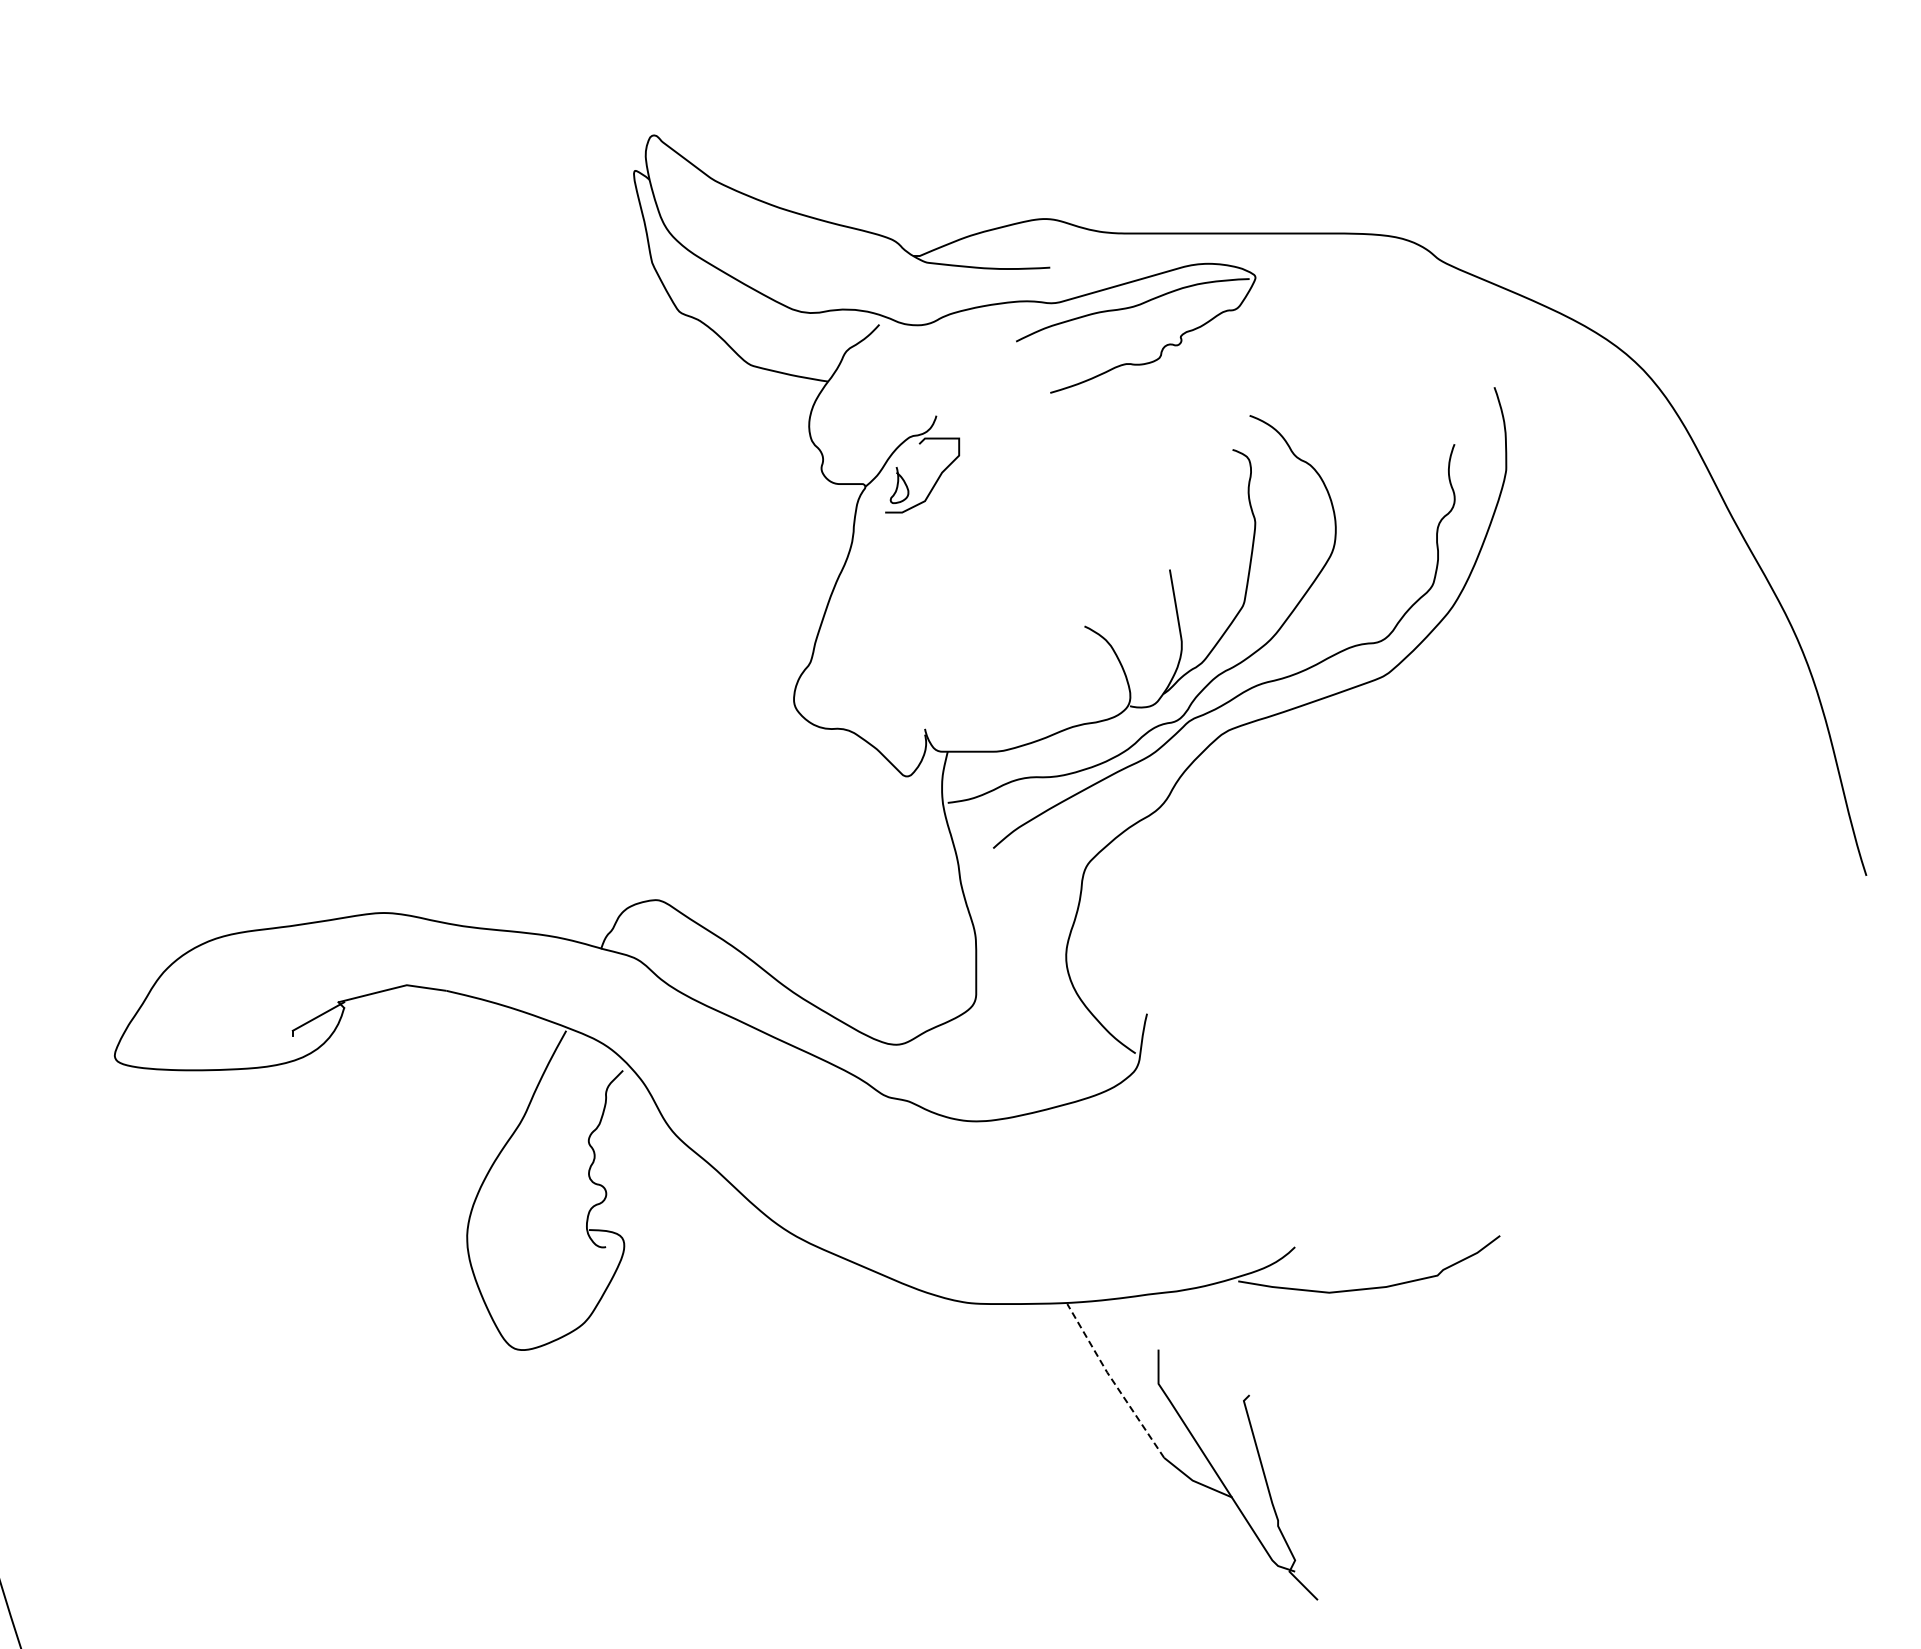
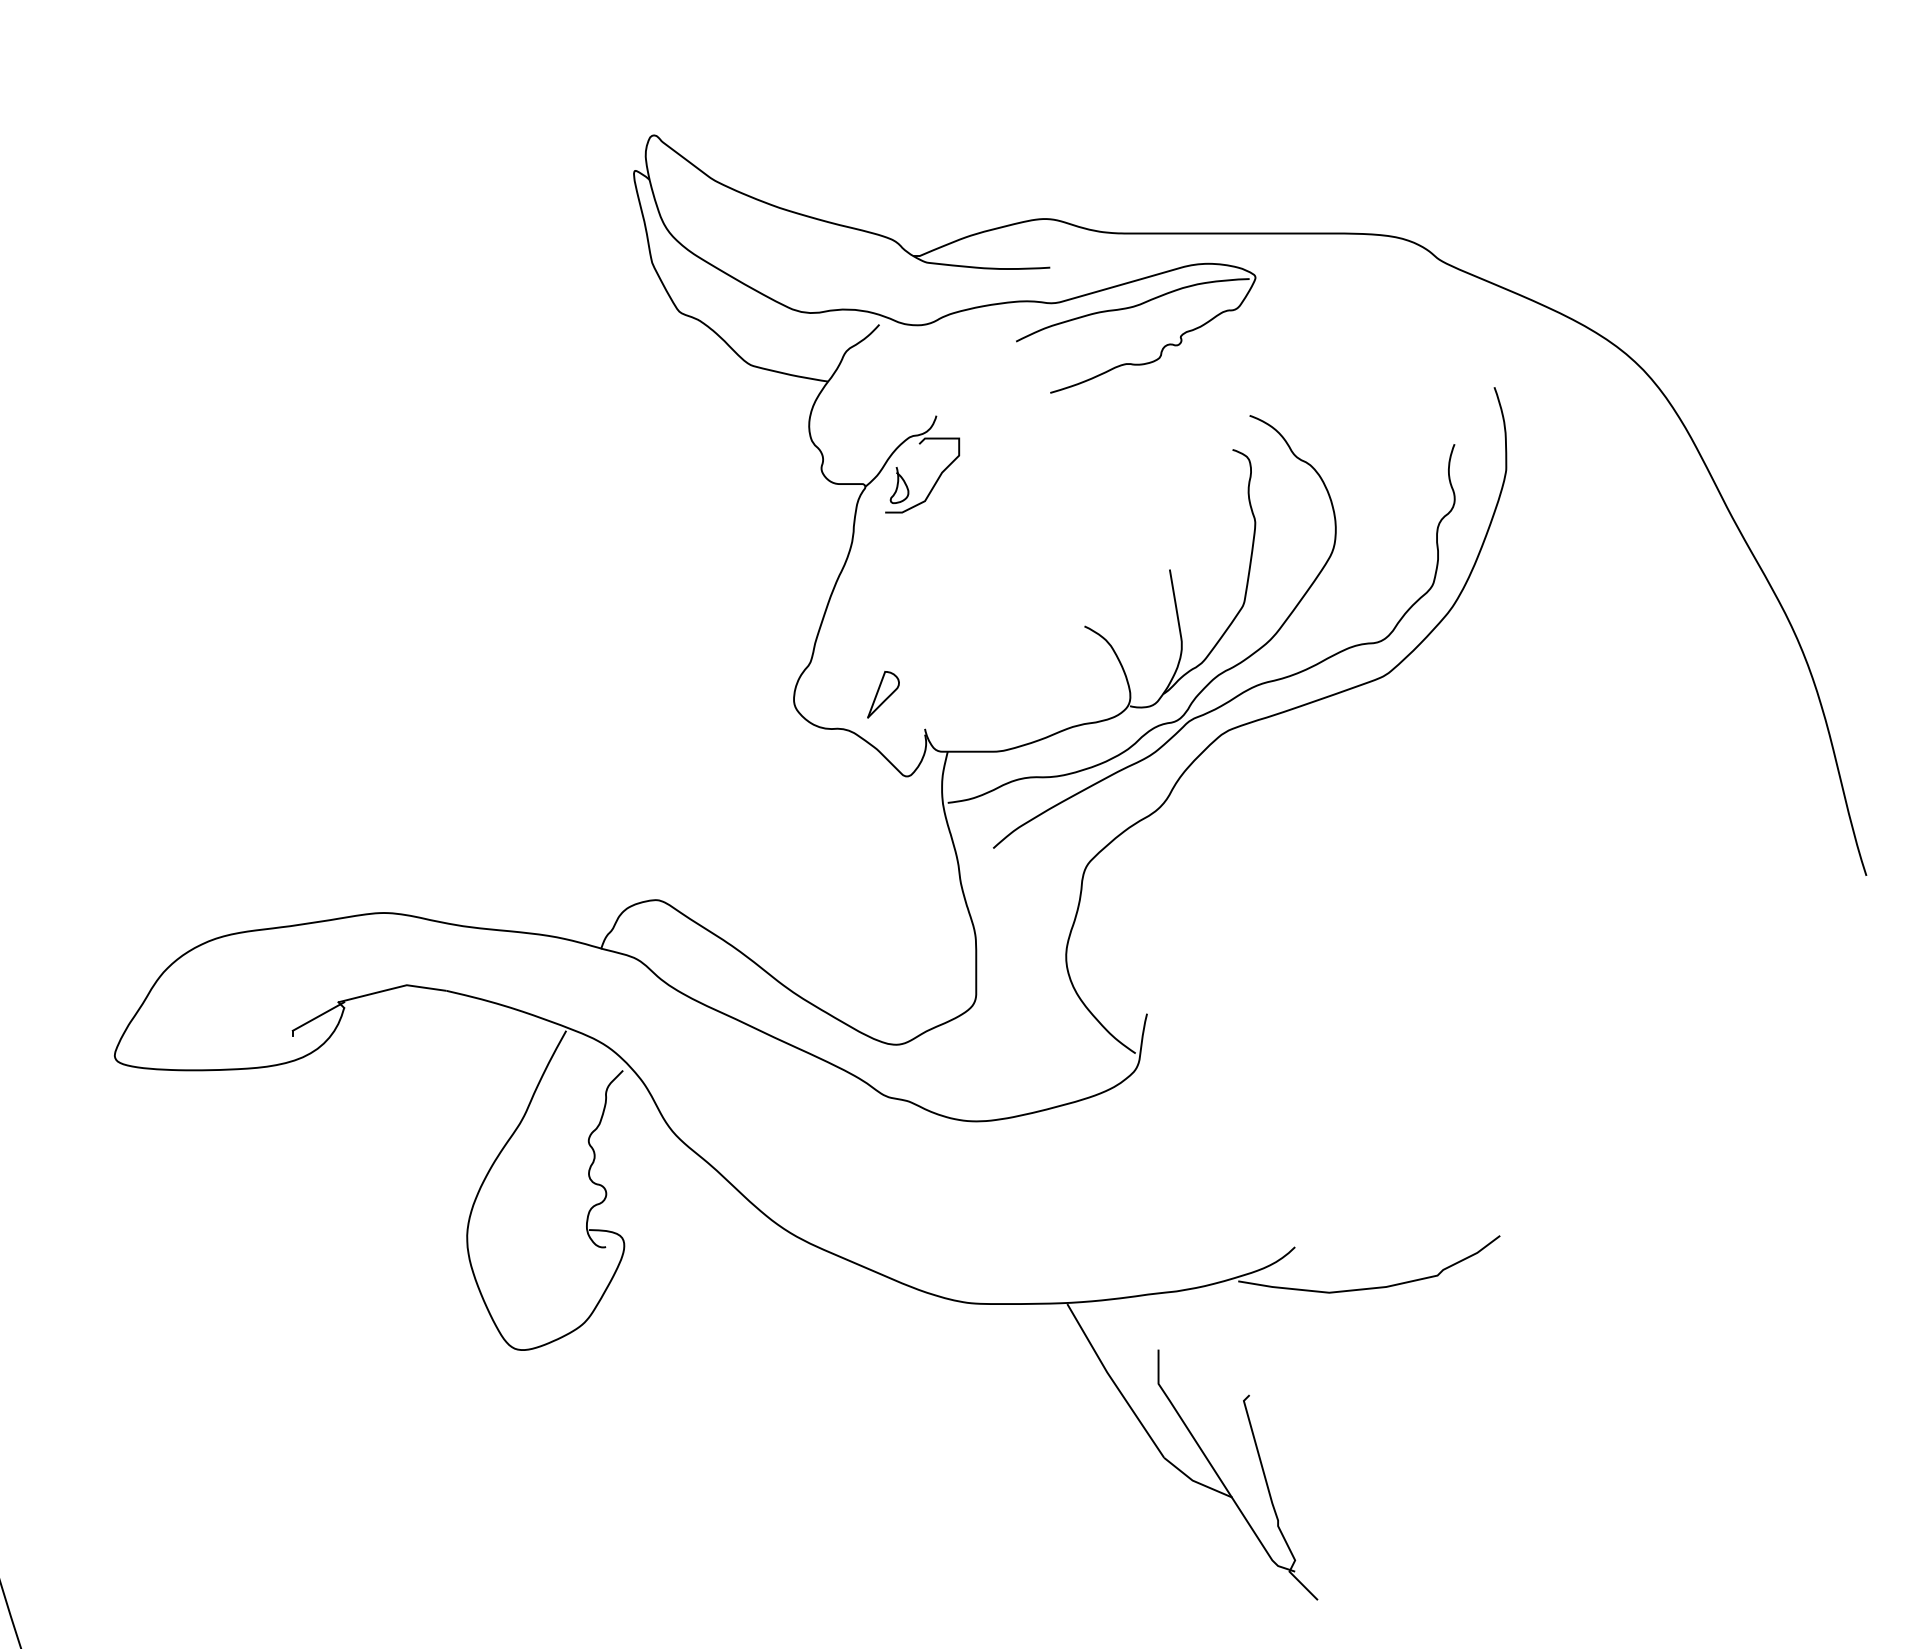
part at (883, 694): none -> present
line at (1113, 1381): dashed -> solid
